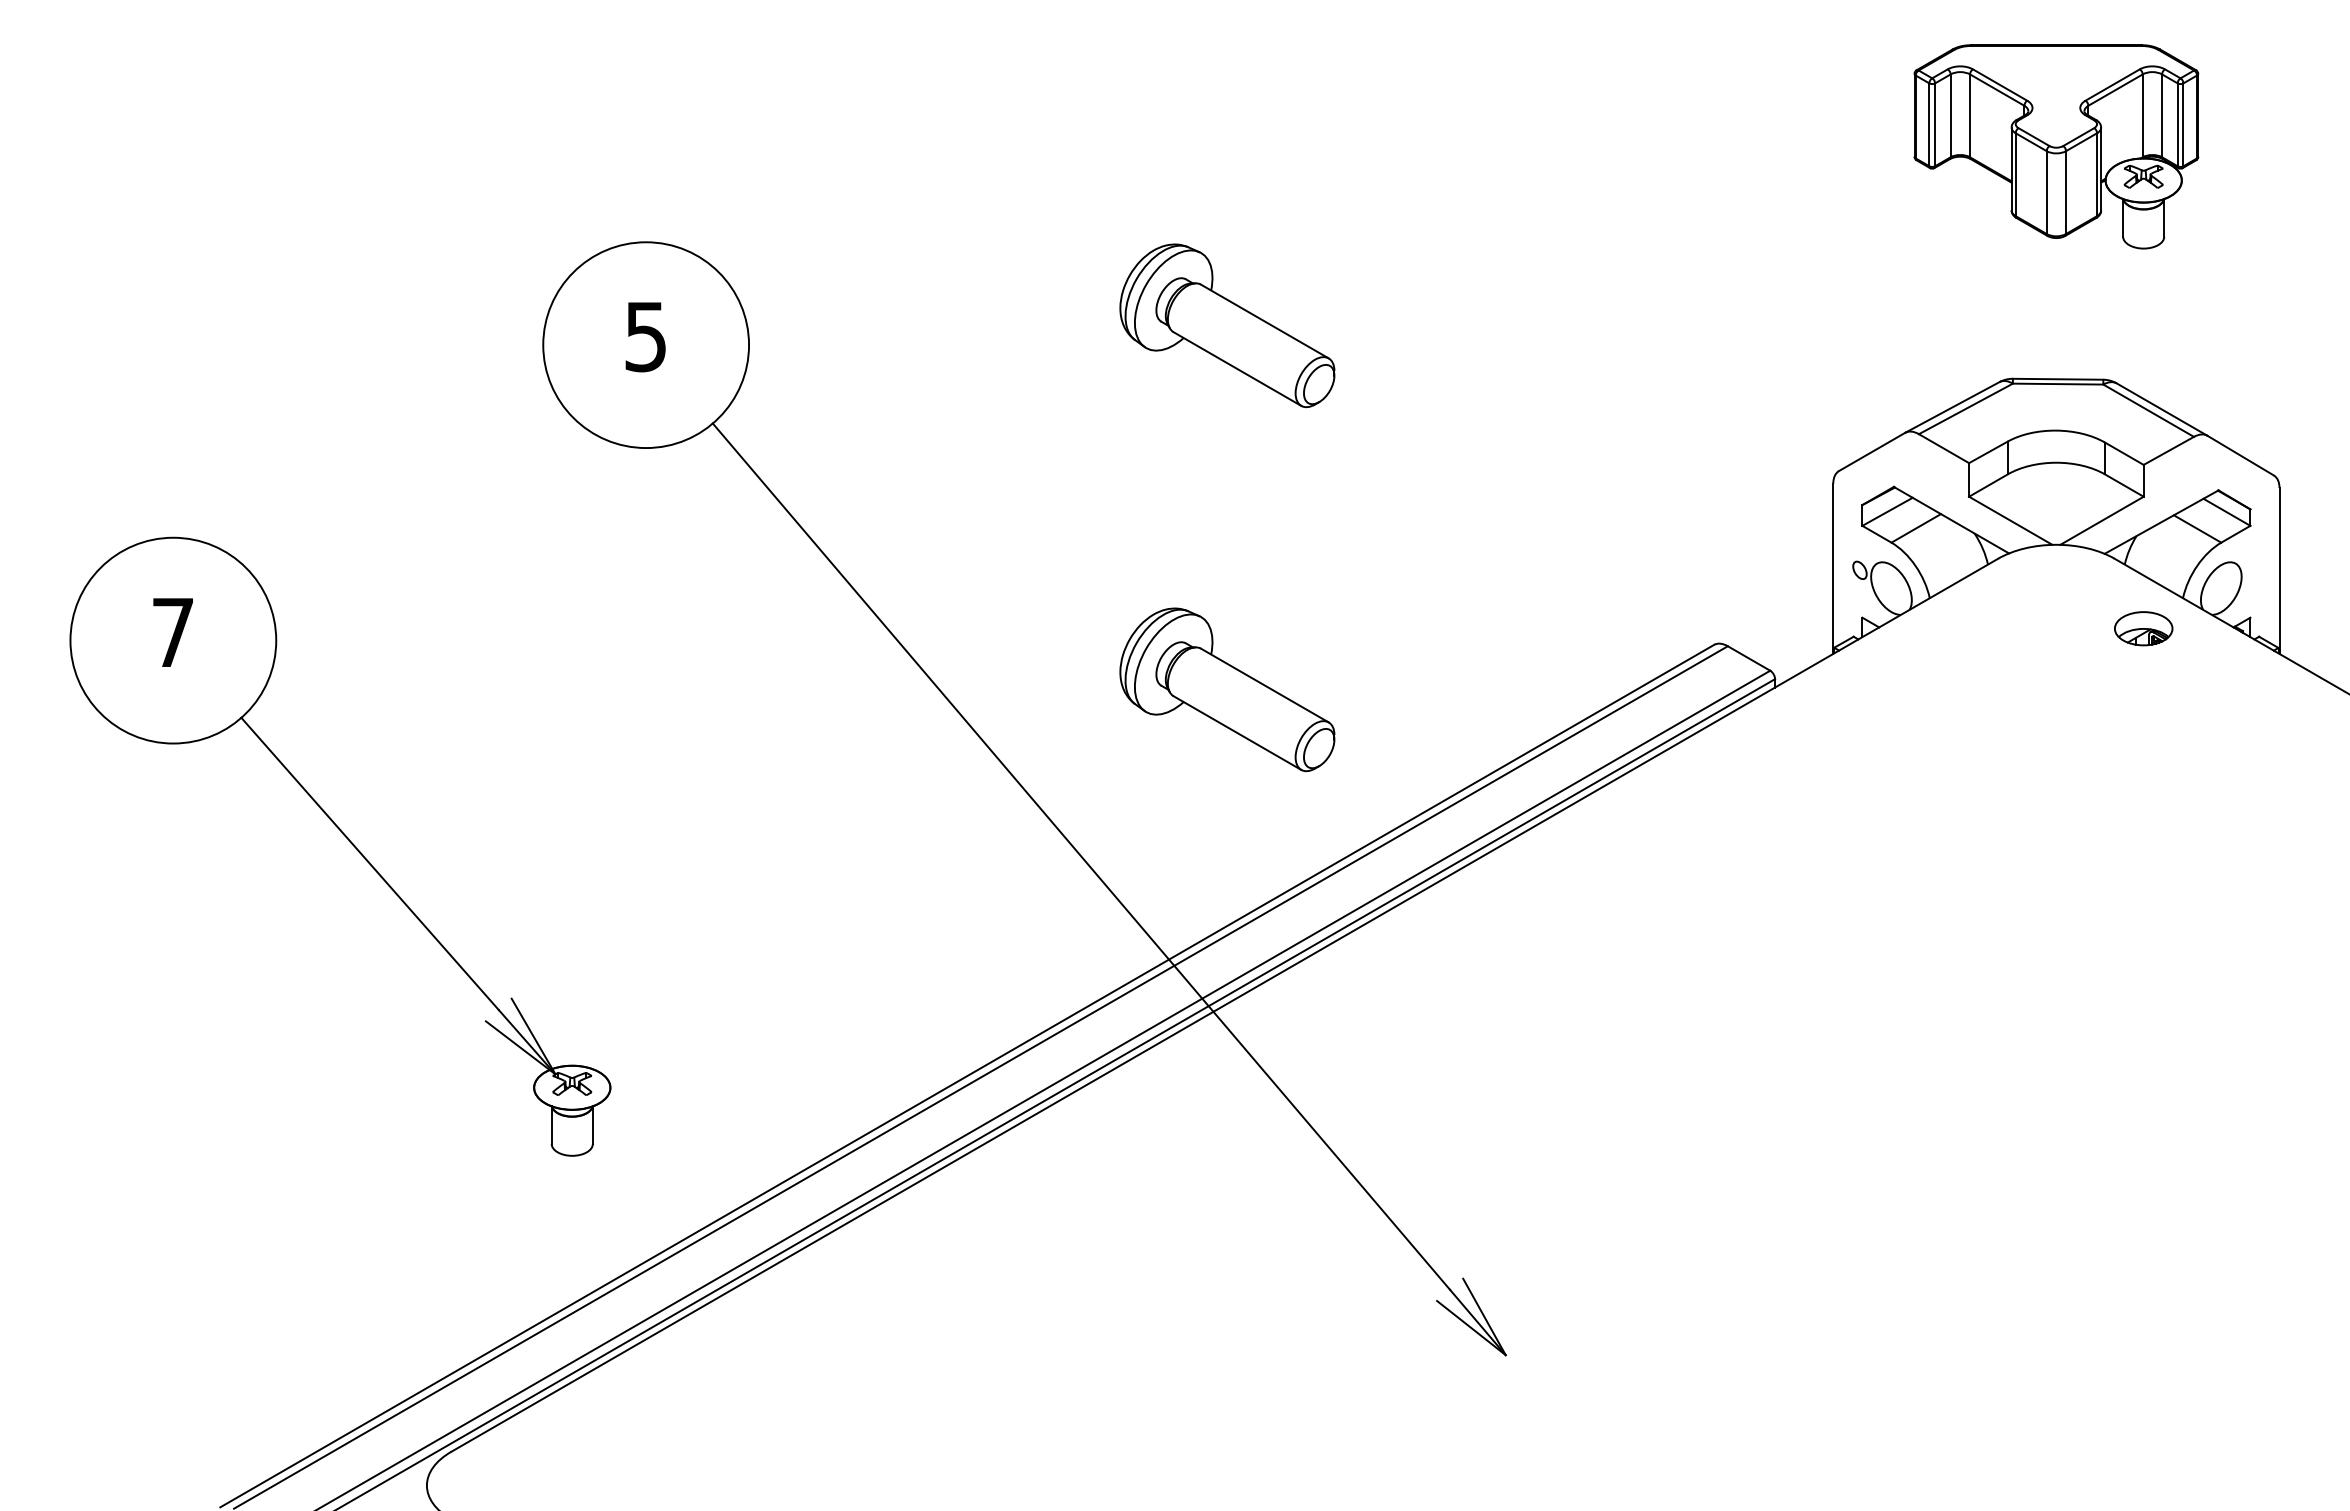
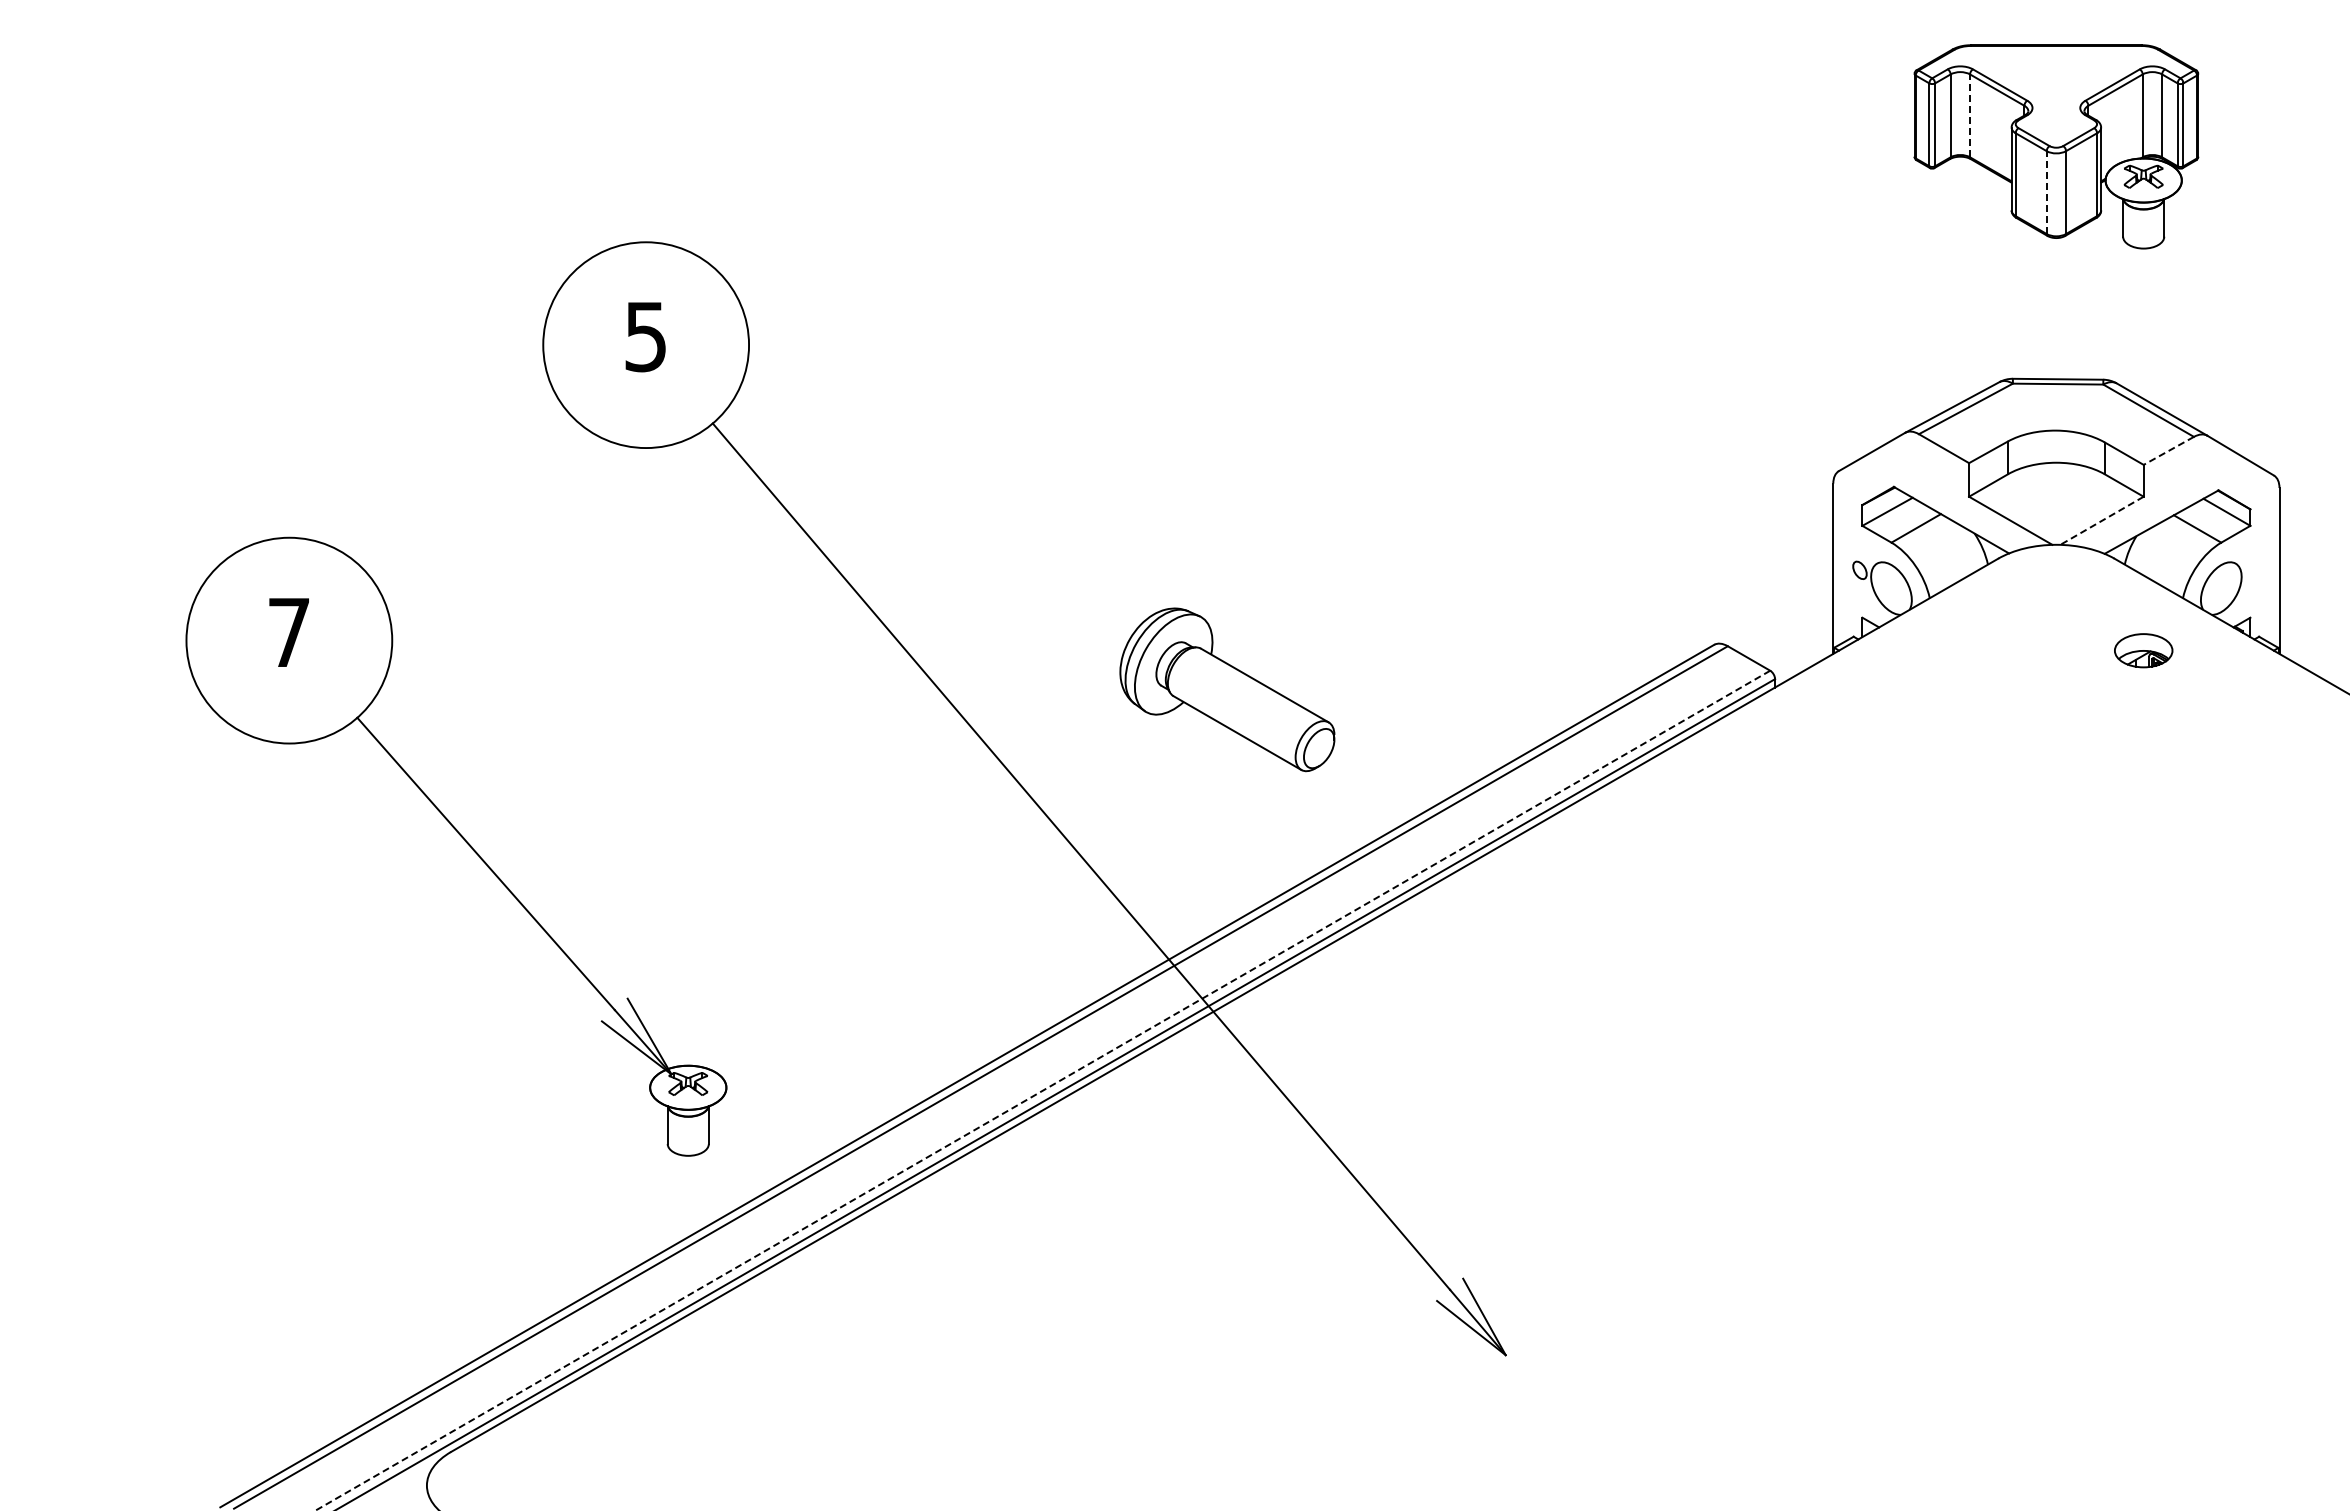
line at (1970, 115): solid -> dashed
line at (2046, 192): solid -> dashed
part at (1227, 325): present -> none
line at (2168, 450): solid -> dashed
line at (2101, 521): solid -> dashed
part at (2143, 628) position: (2143, 628) -> (2143, 650)
part at (349, 842) position: (349, 842) -> (465, 842)
line at (1042, 1090): solid -> dashed
